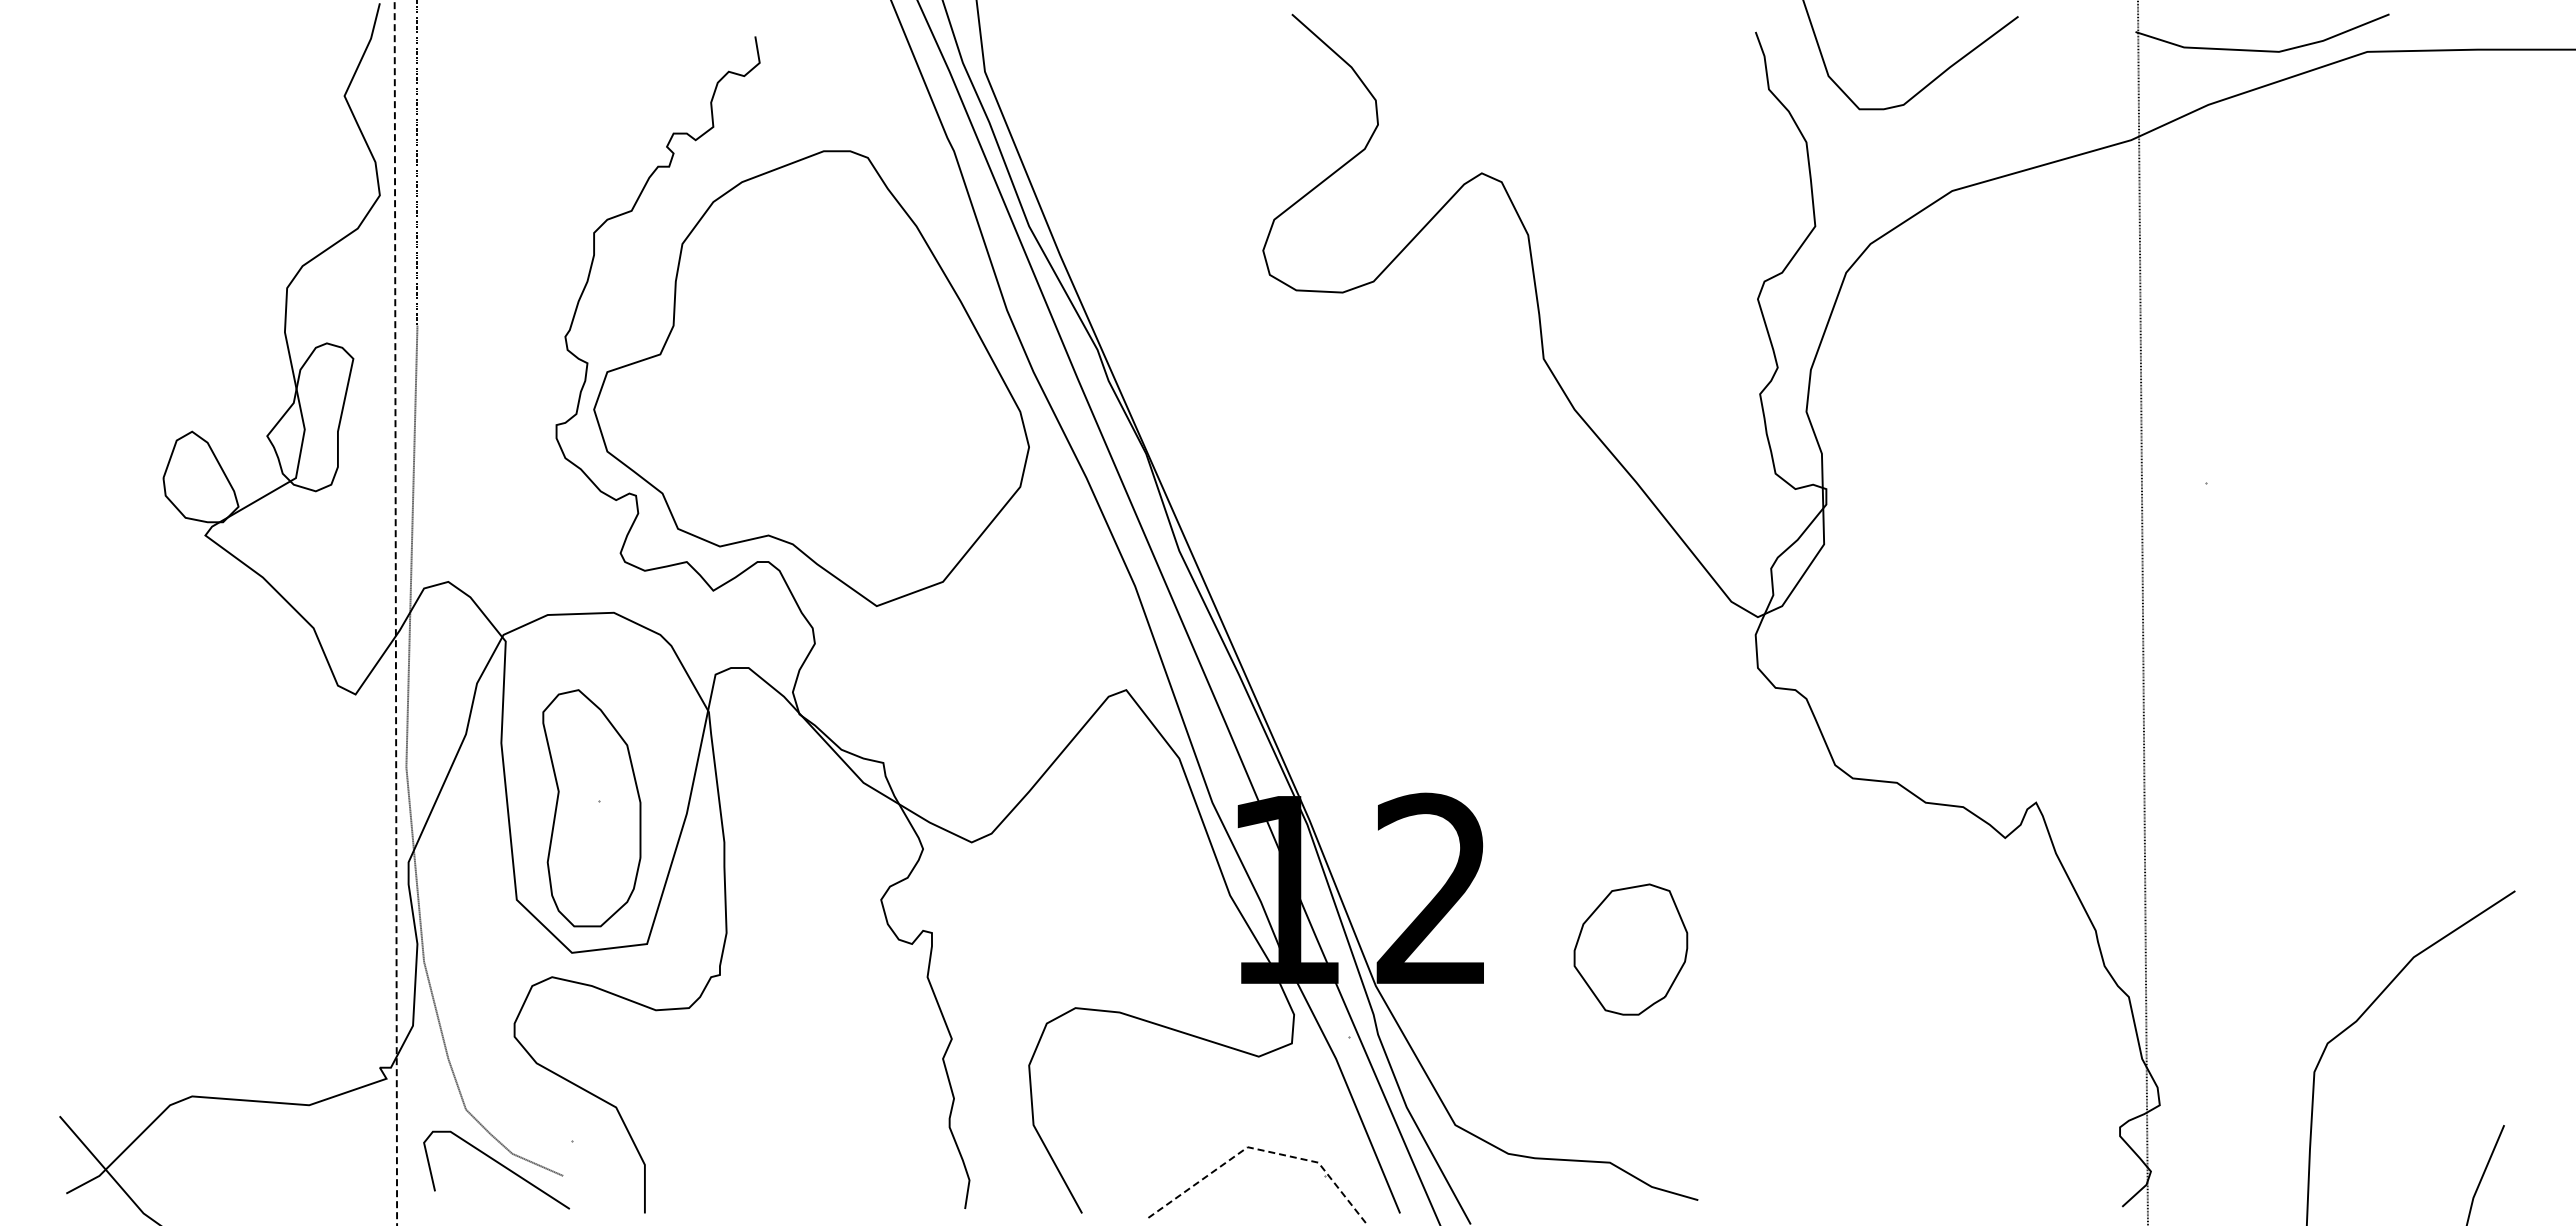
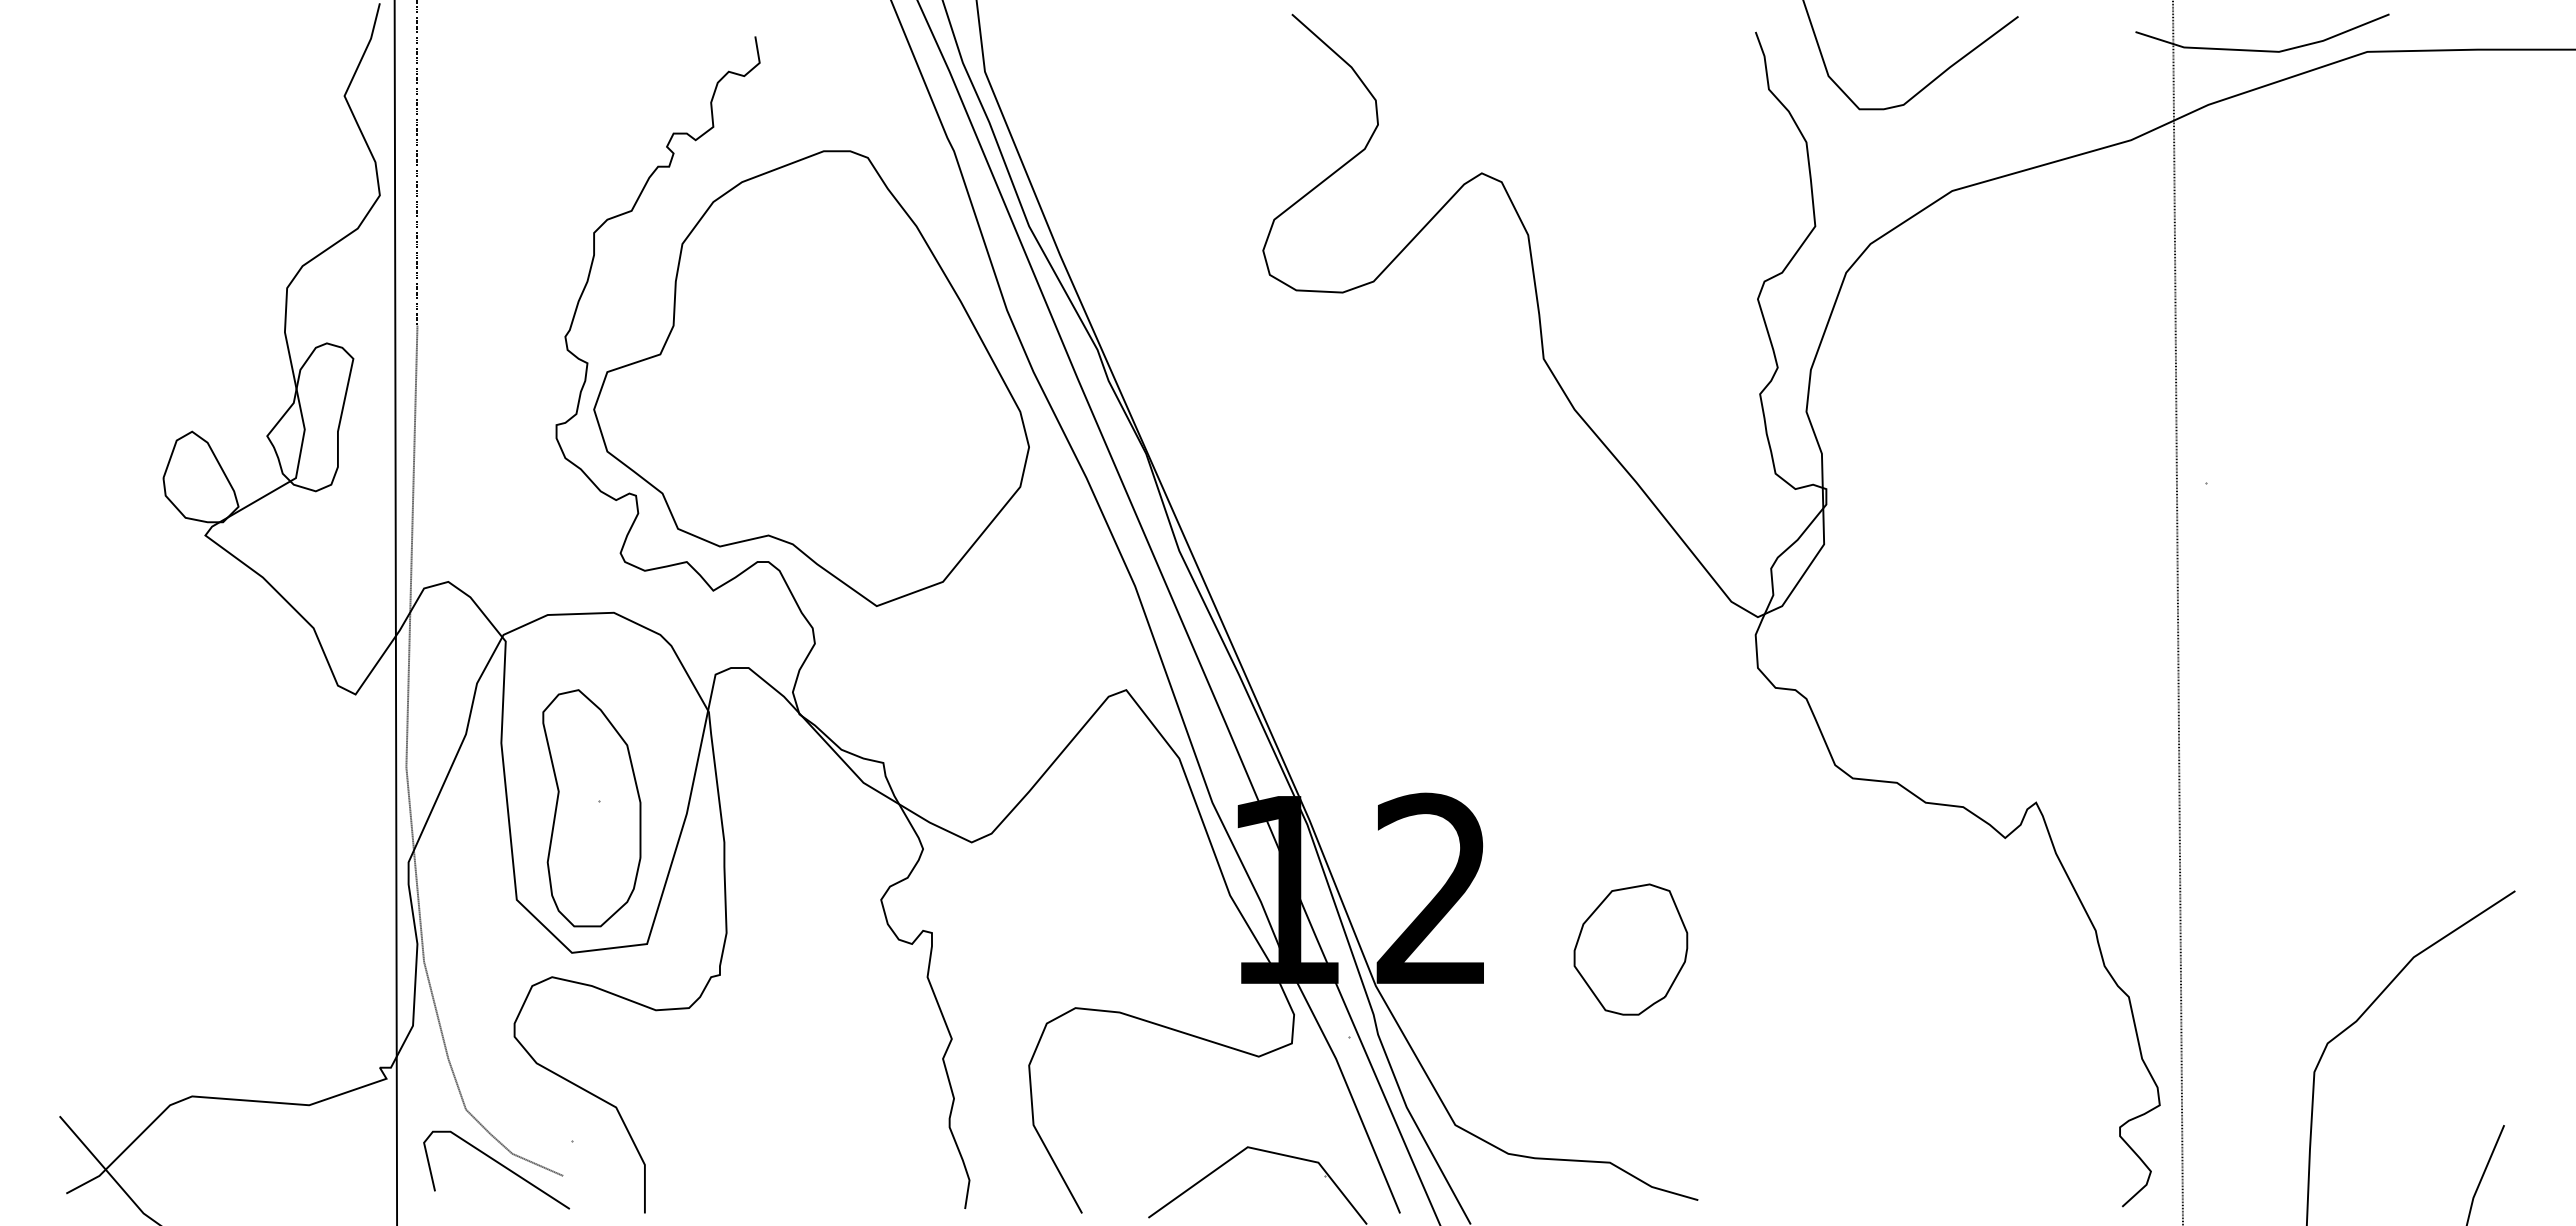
line at (395, 612): dashed -> solid
line at (2142, 612) position: (2142, 612) -> (2177, 612)
line at (1262, 1150): dashed -> solid
